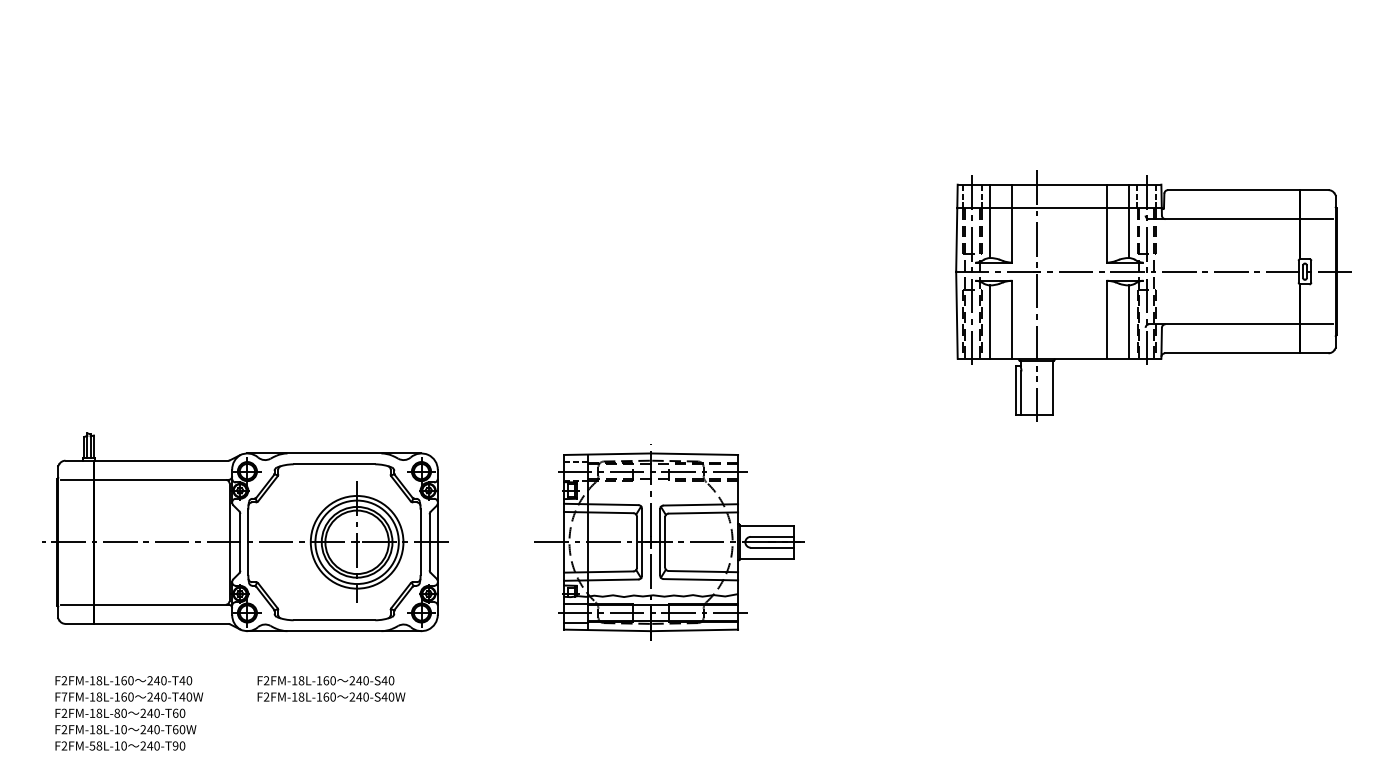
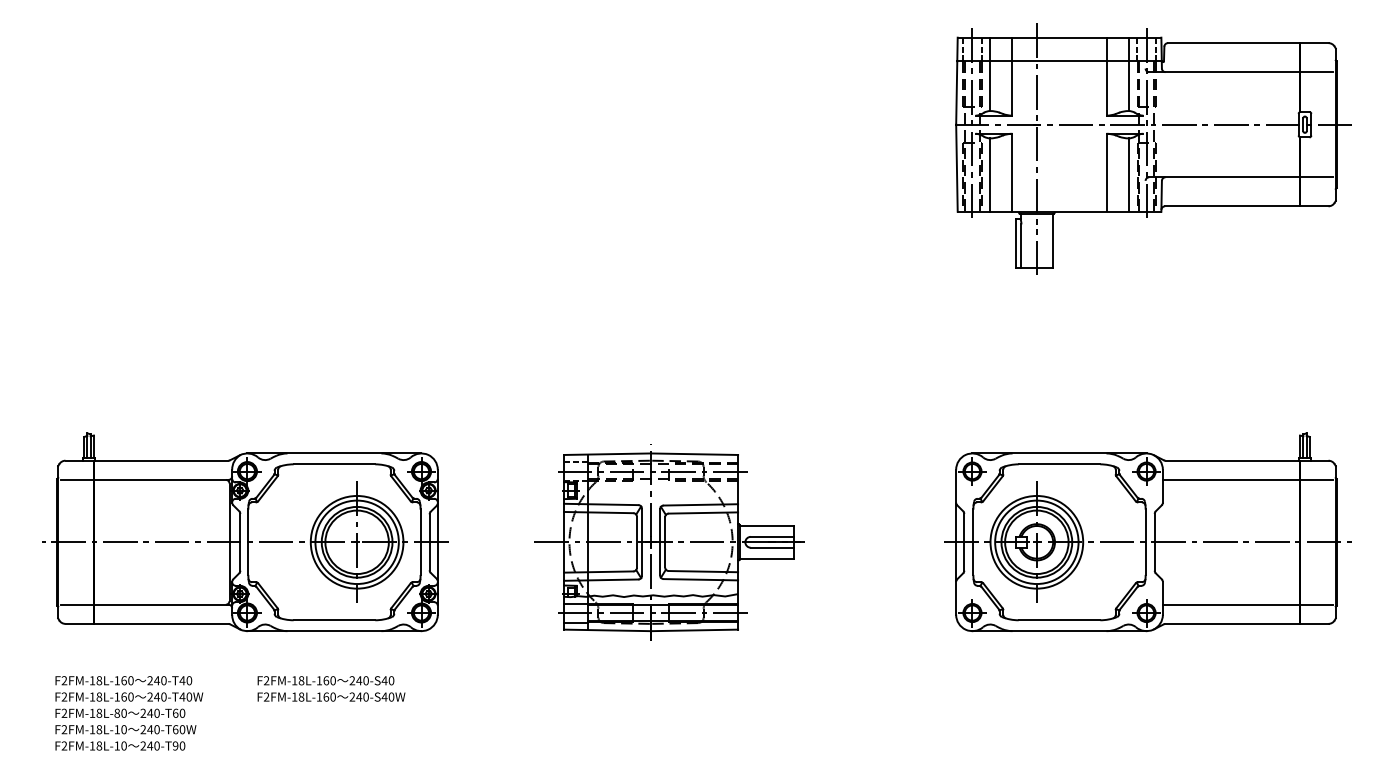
part at (1153, 295) position: (1153, 295) -> (1153, 148)
part at (1147, 532): none -> present
text at (64, 696): F7FM-18L-160 -> F2FM-18L-160
text at (92, 745): F2FM-58L-10 -> F2FM-18L-10
